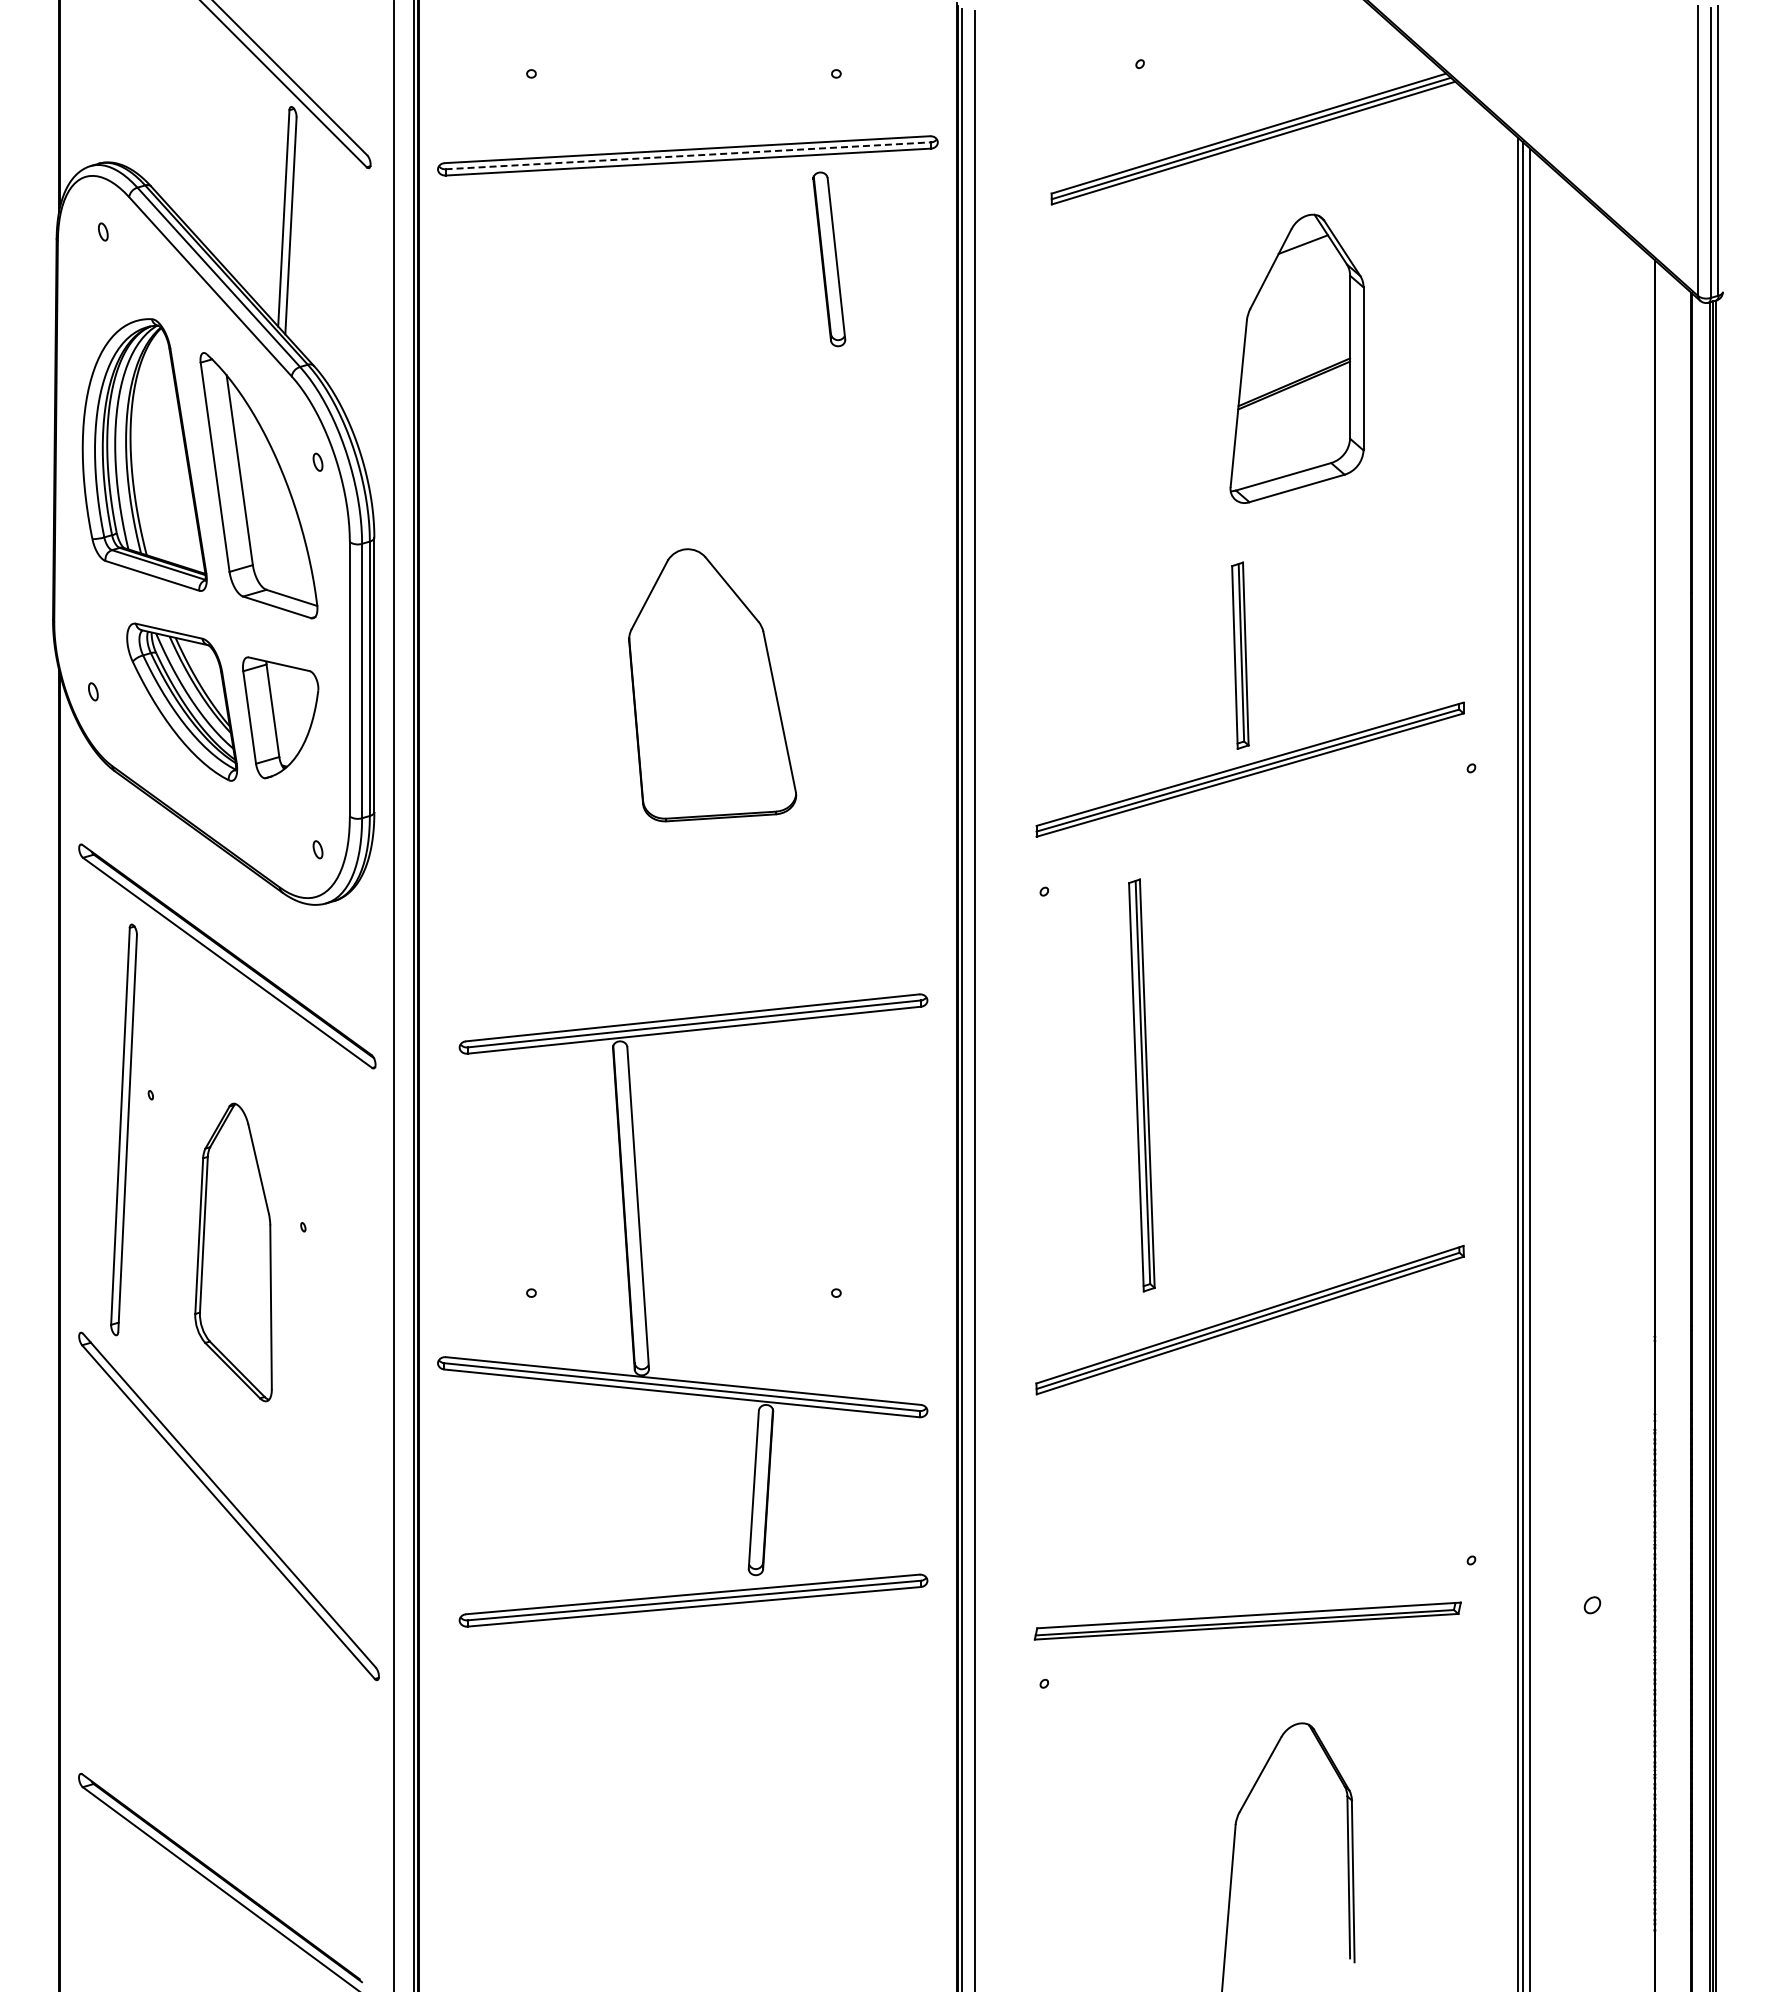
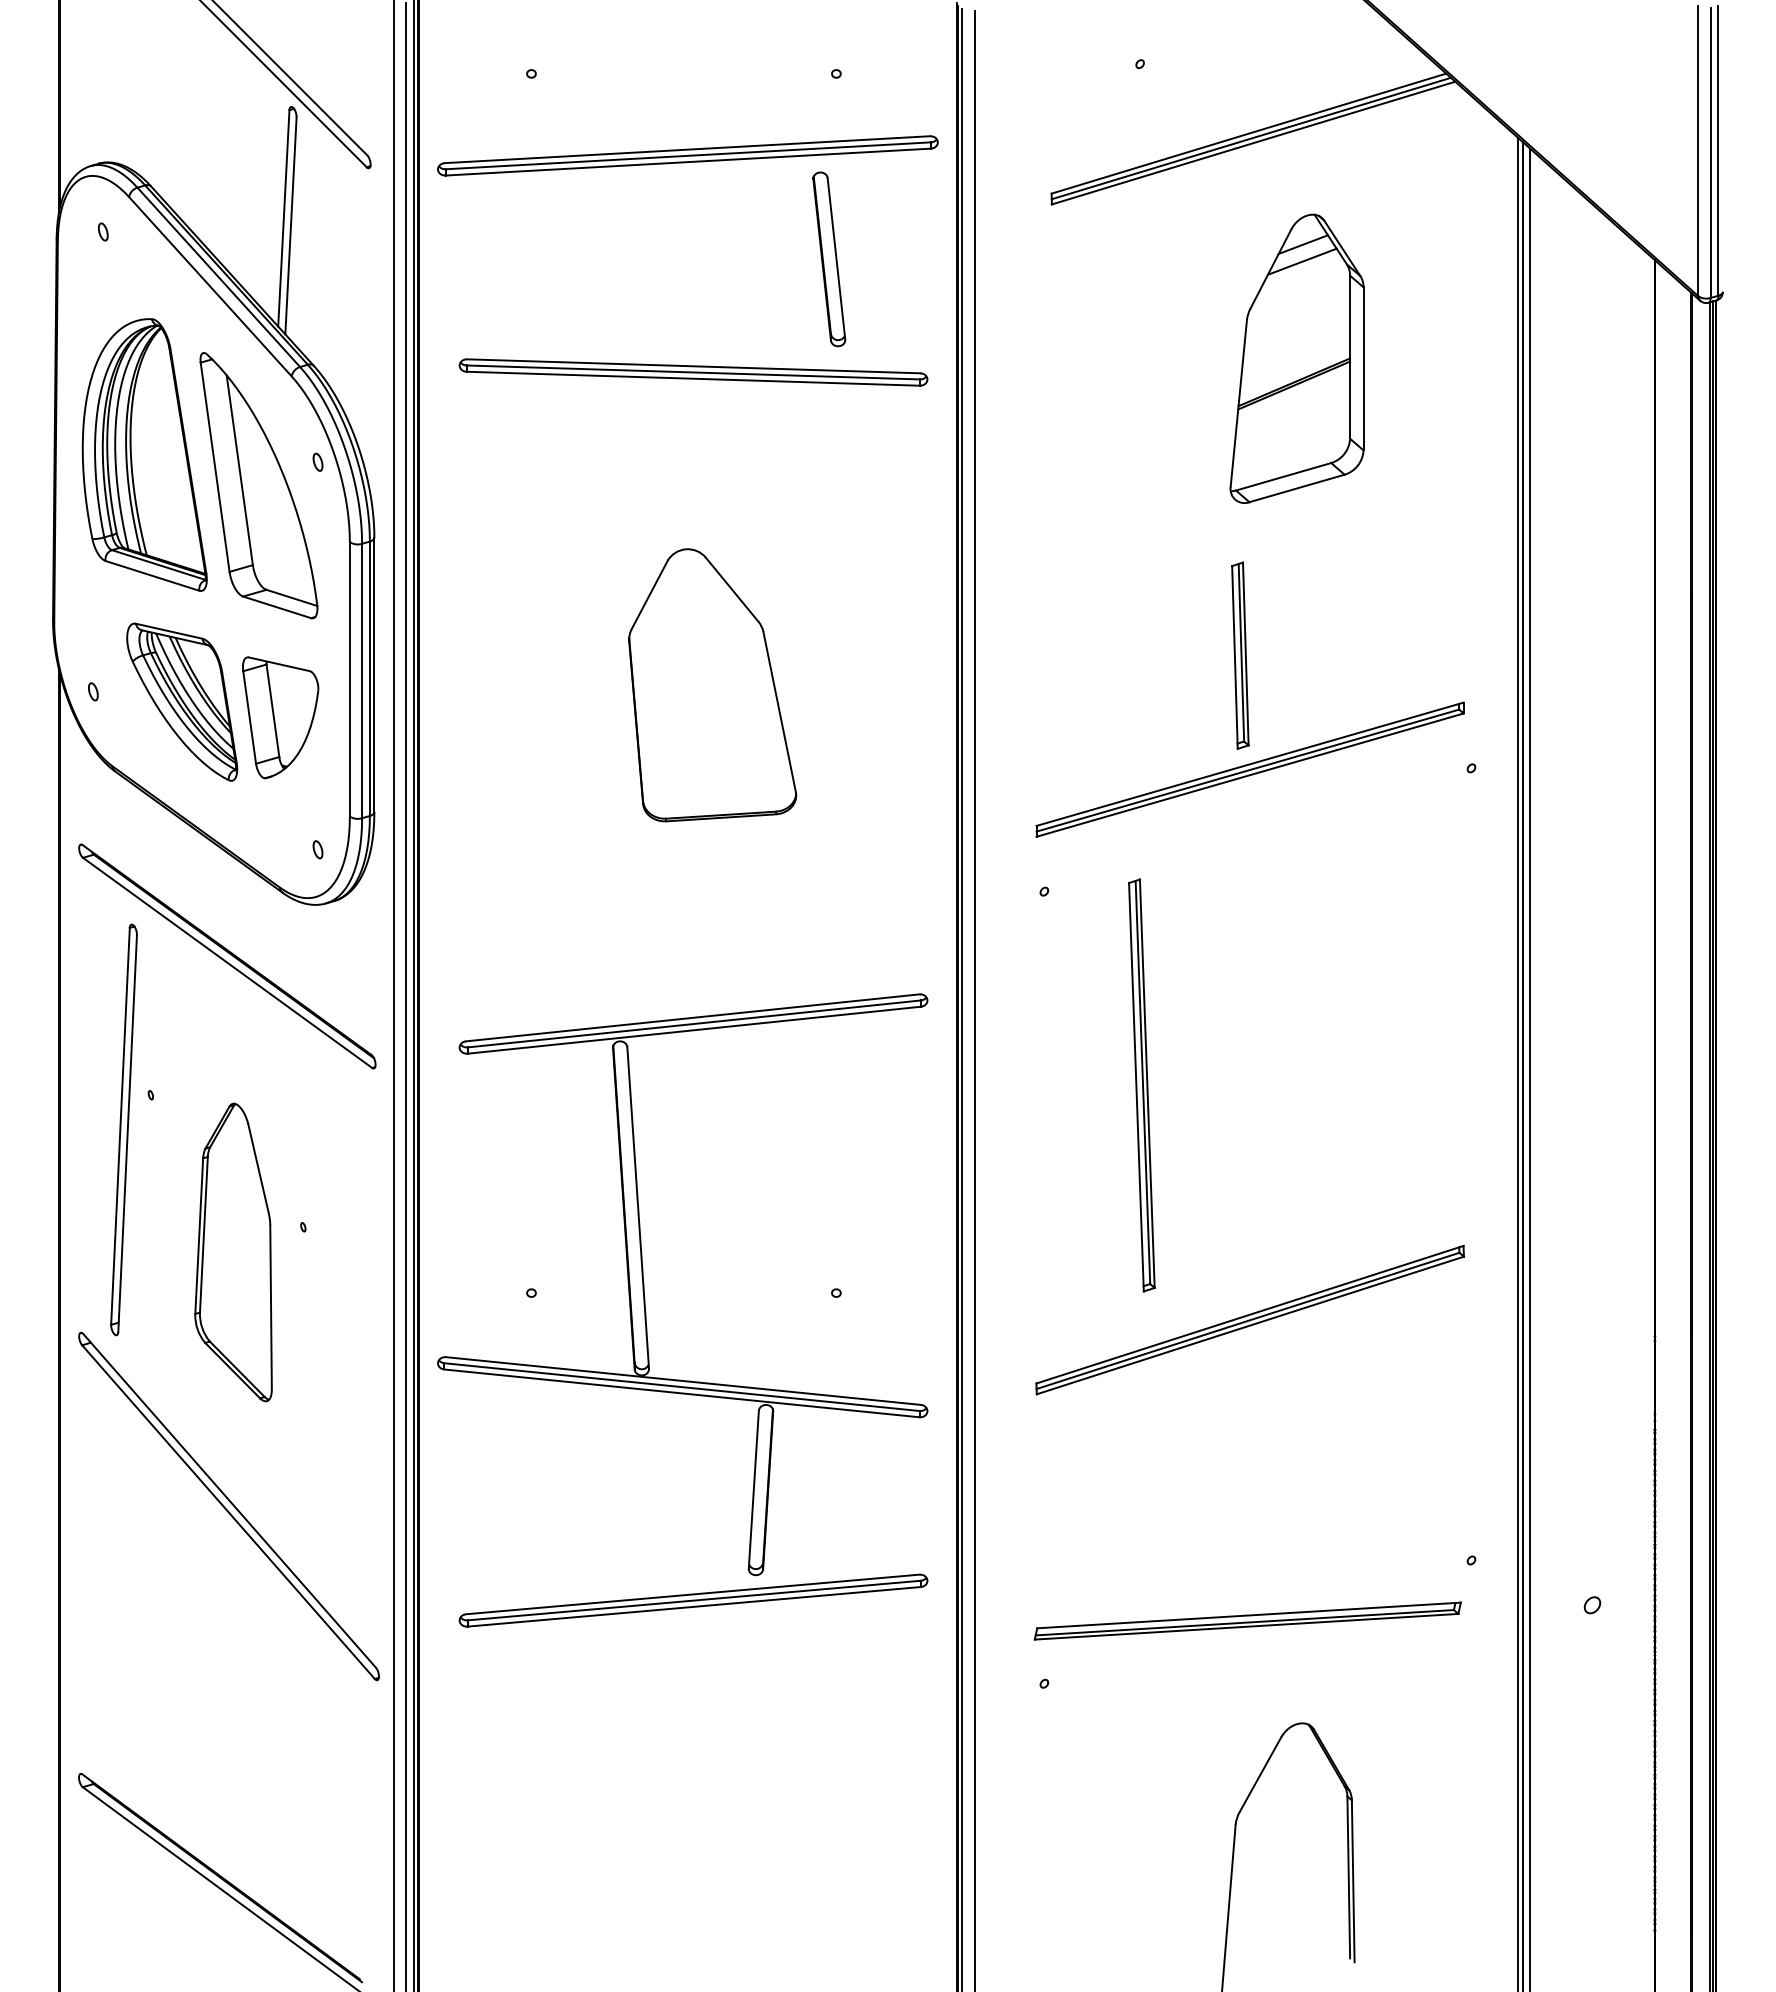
line at (688, 155): dashed -> solid
line at (1301, 261): none -> present
part at (693, 372): none -> present
line at (406, 995): none -> present
